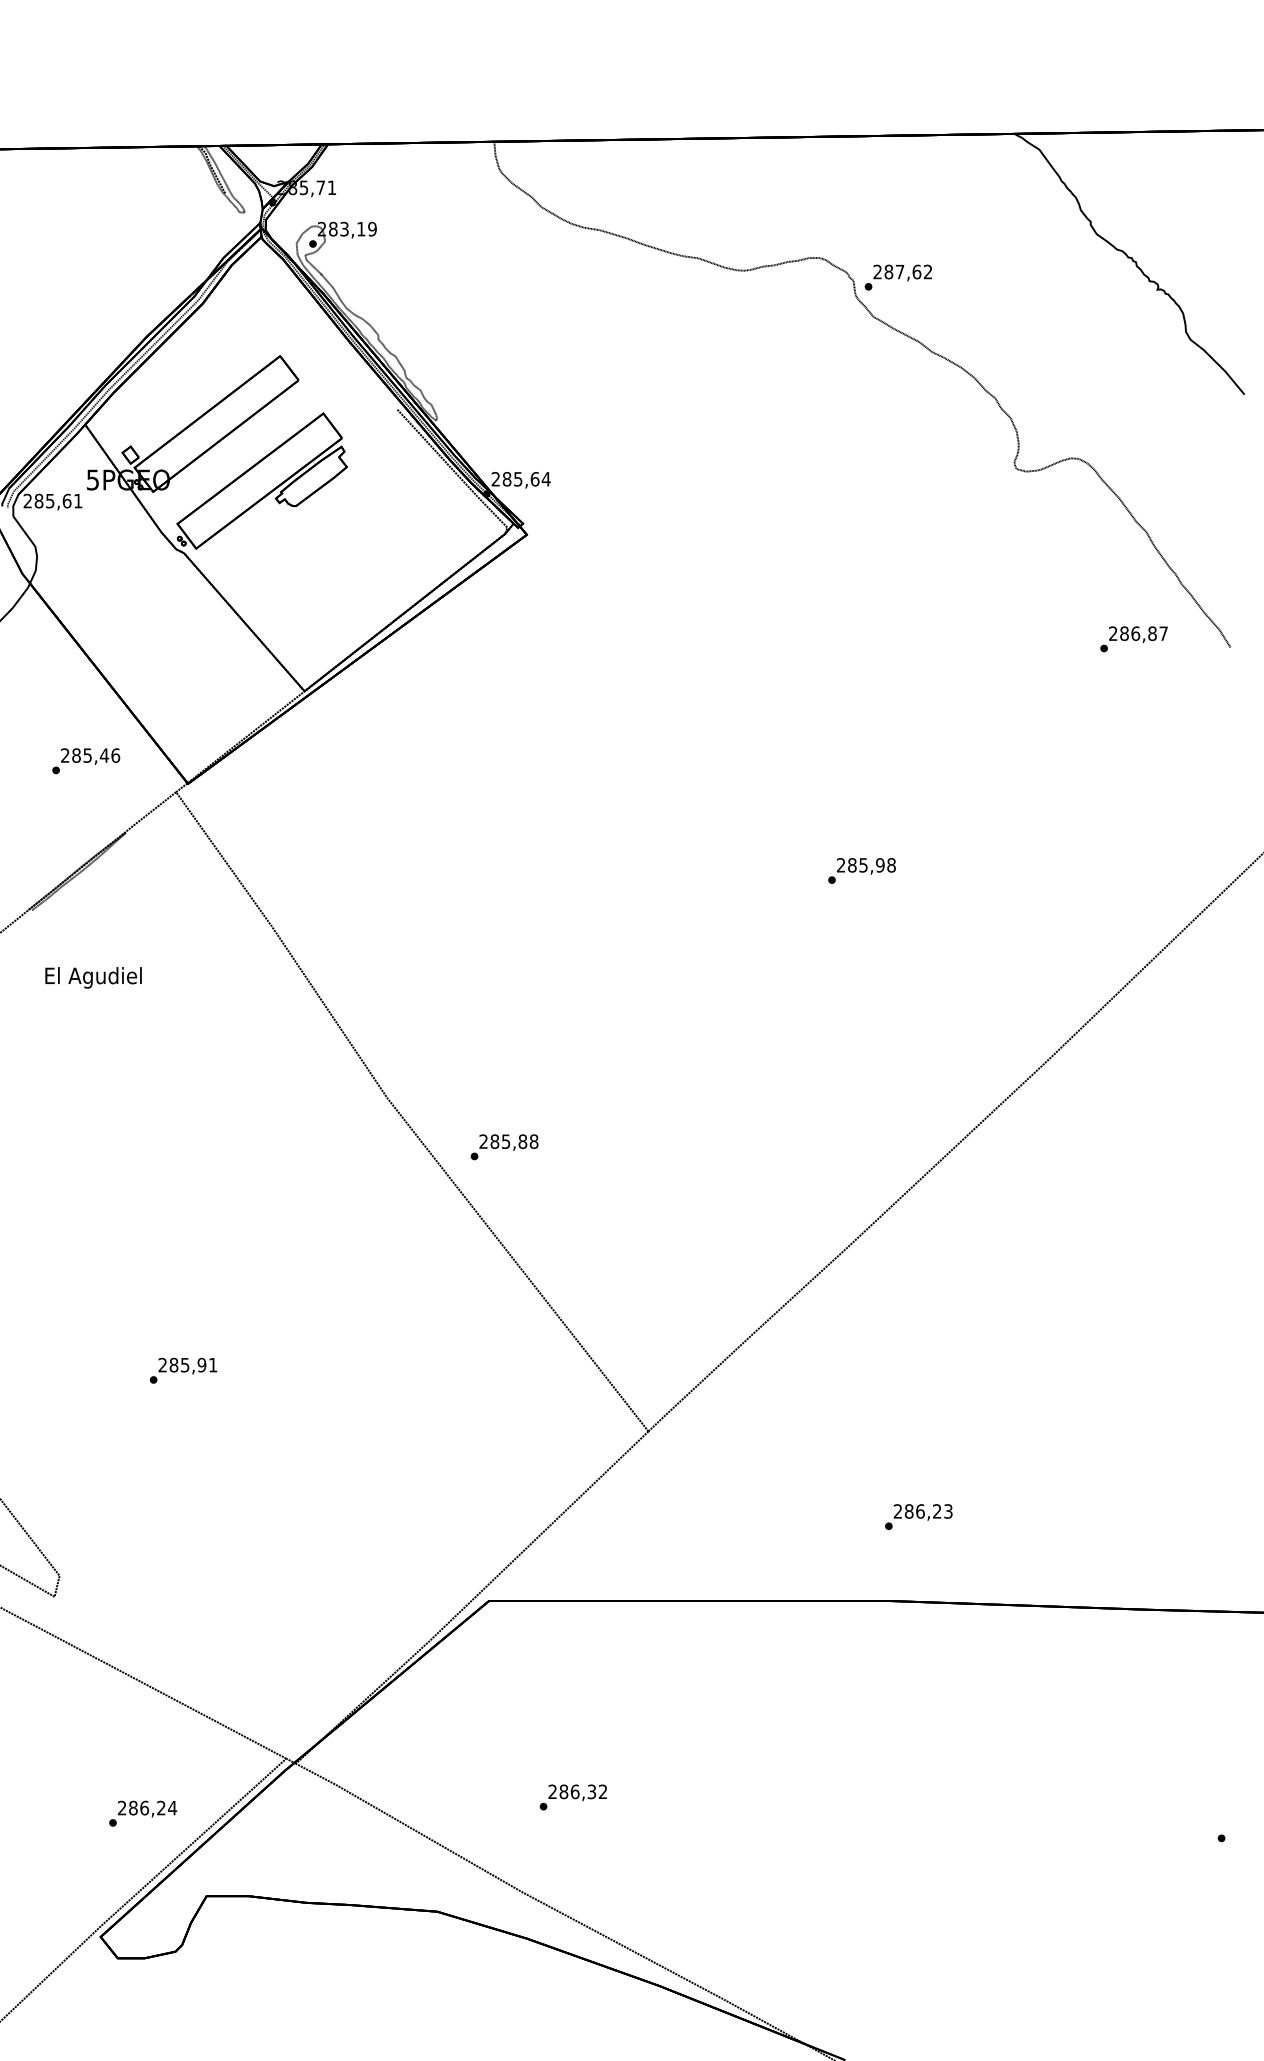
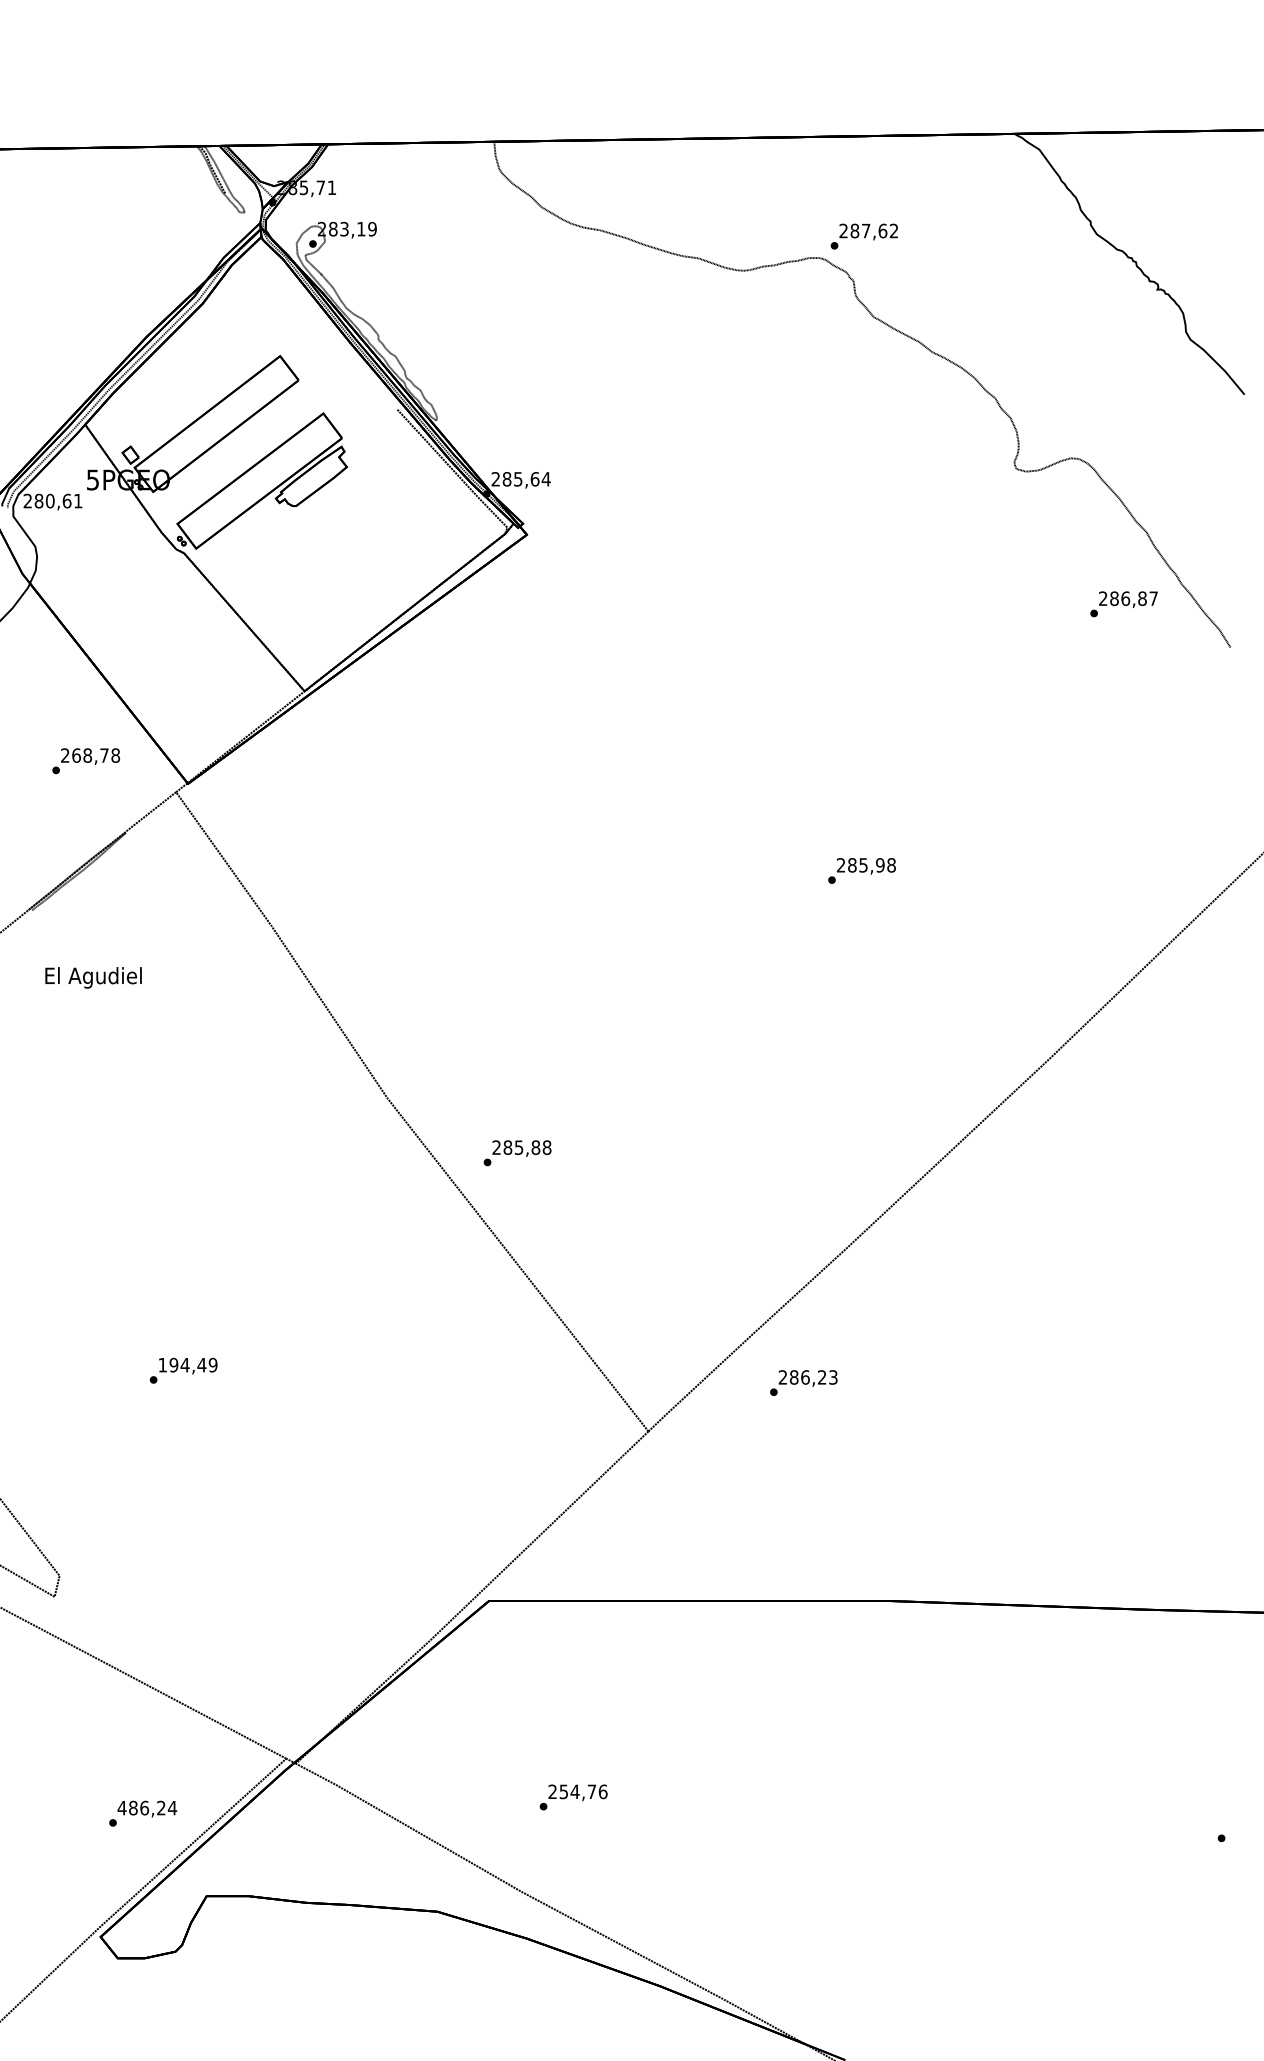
text at (897, 277) position: (897, 277) -> (863, 236)
text at (50, 500): 285,61 -> 280,61
text at (1133, 639) position: (1133, 639) -> (1123, 604)
text at (96, 755): 285,46 -> 268,78
text at (504, 1147) position: (504, 1147) -> (517, 1153)
text at (187, 1364): 285,91 -> 194,49
text at (918, 1516) position: (918, 1516) -> (803, 1382)
text at (583, 1791): 286,32 -> 254,76
text at (121, 1807): 286,24 -> 486,24
